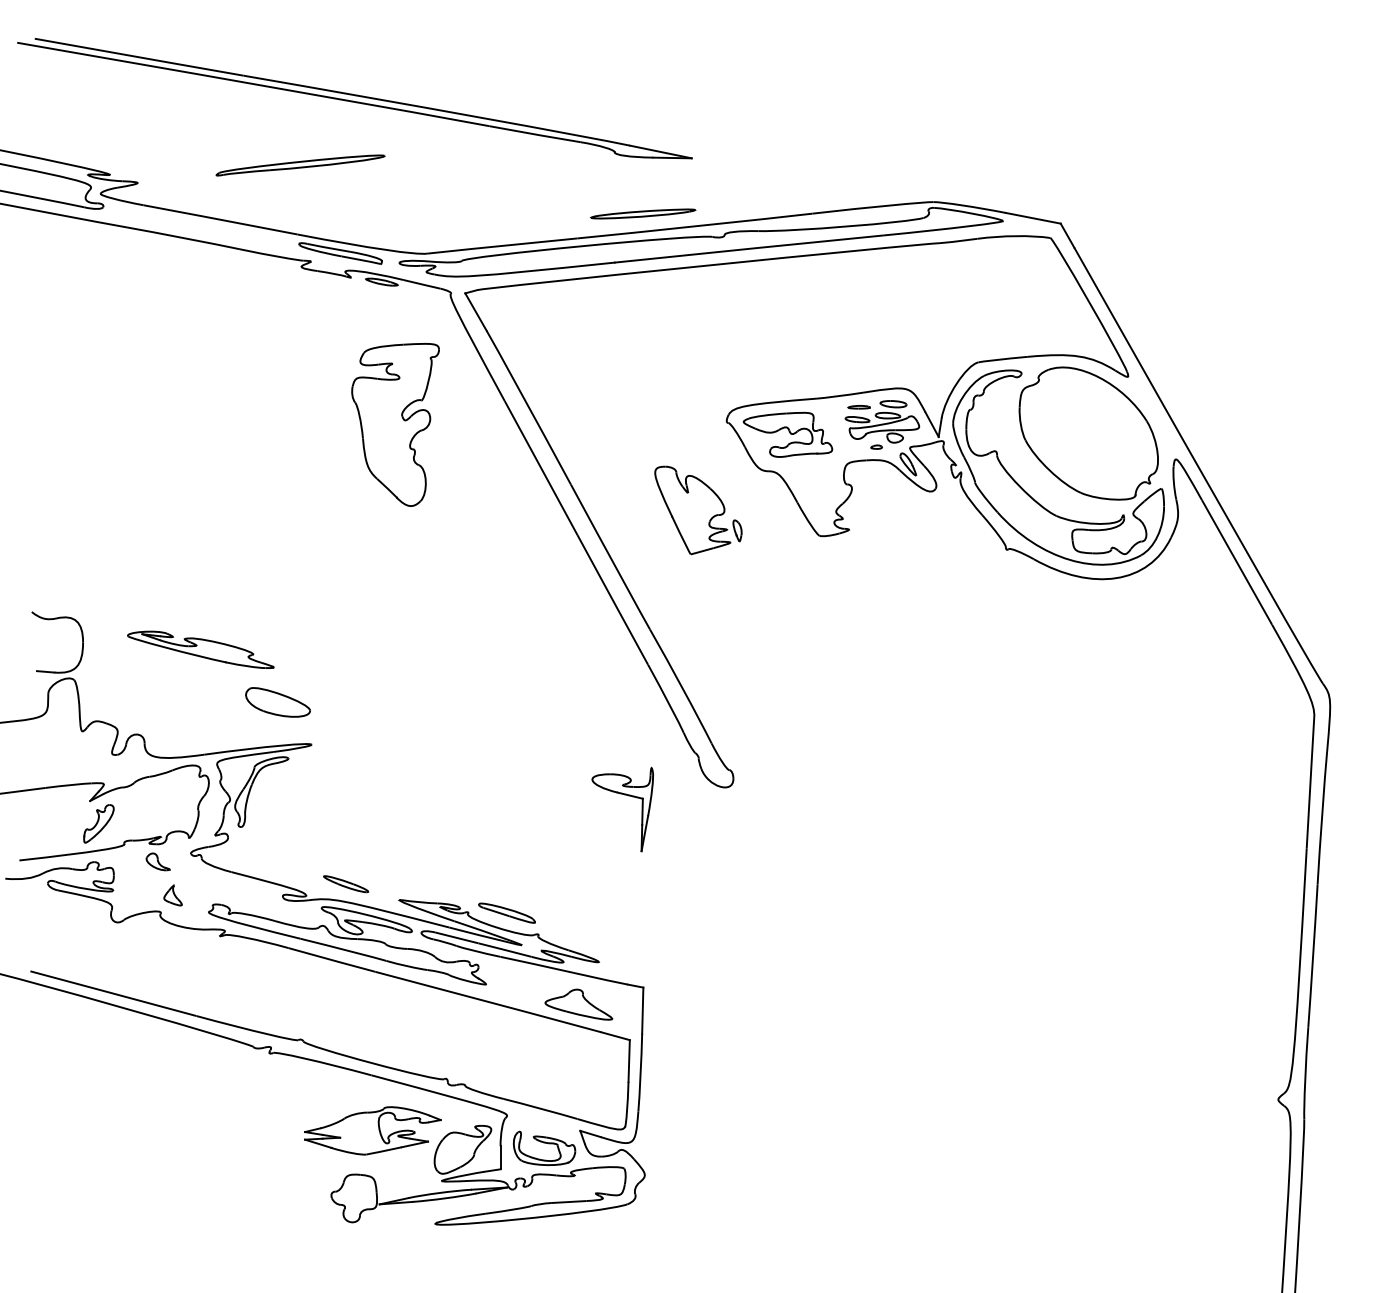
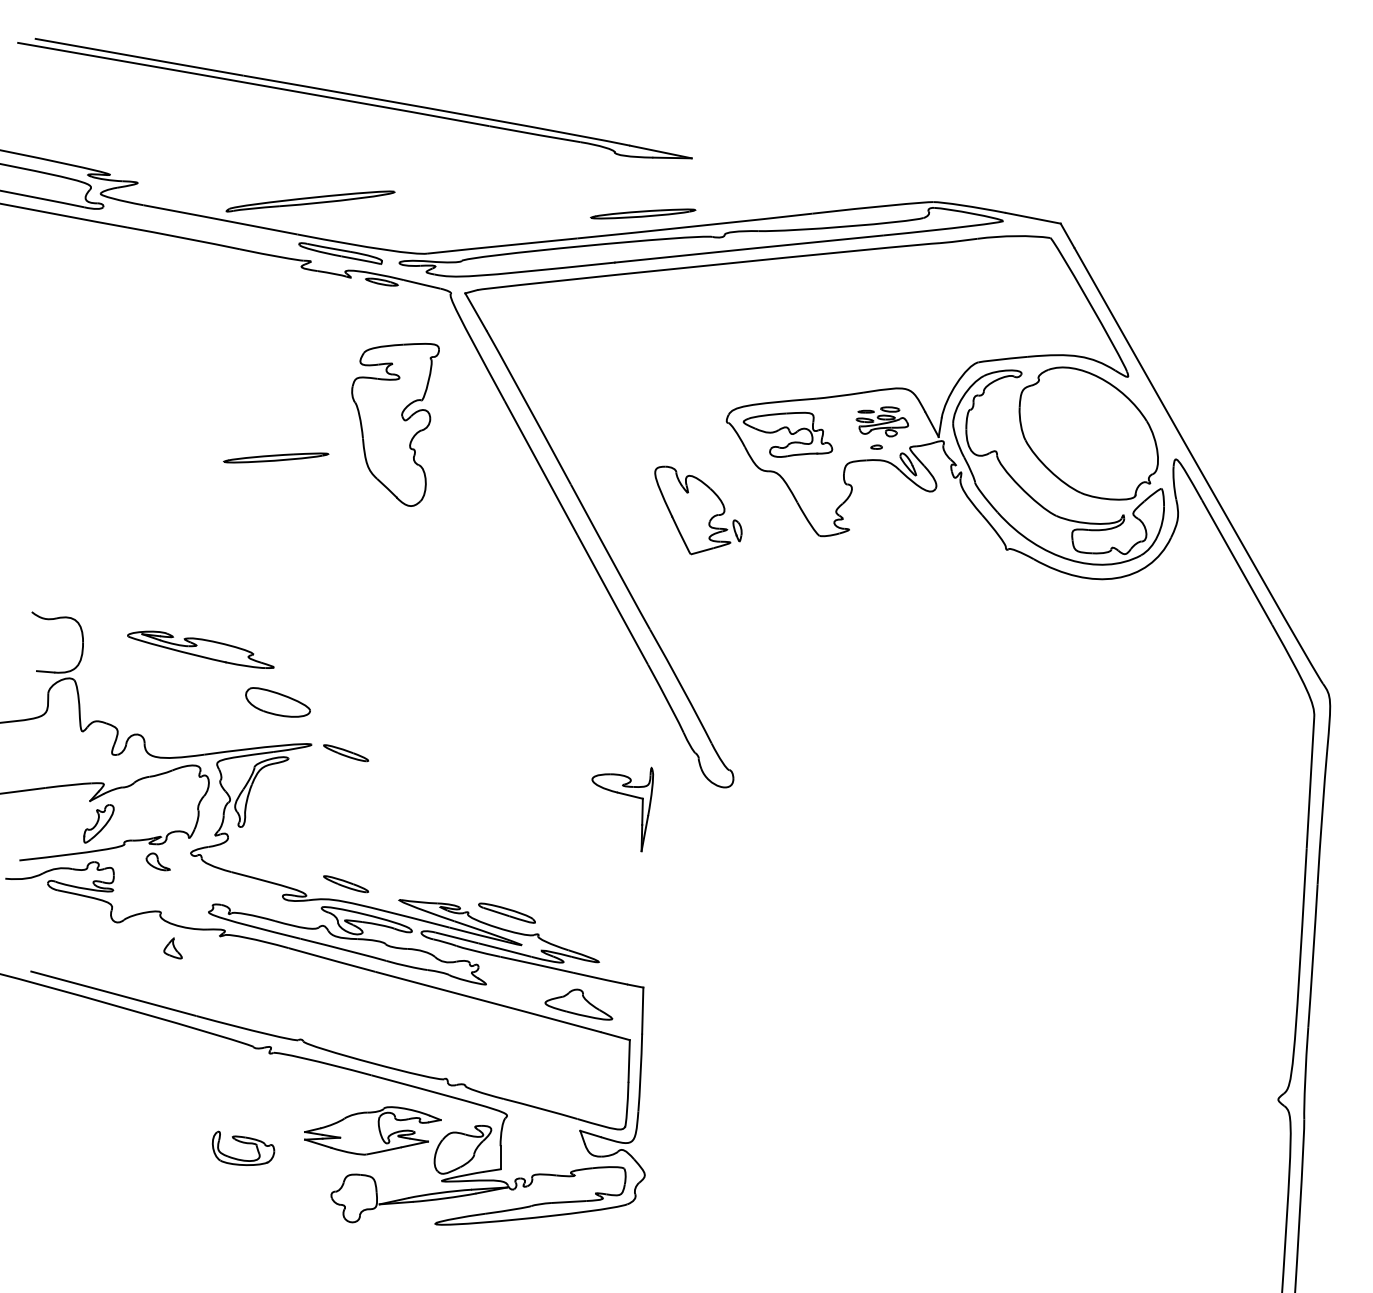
part at (300, 165) position: (300, 165) -> (310, 201)
part at (882, 421) size: 77x44 px -> 55x32 px
part at (276, 457): none -> present
part at (346, 753): none -> present
part at (172, 895) position: (172, 895) -> (172, 948)
part at (544, 1147) position: (544, 1147) -> (243, 1147)
